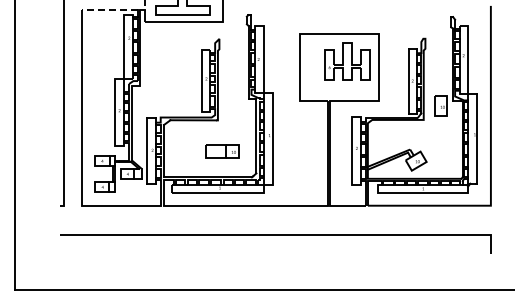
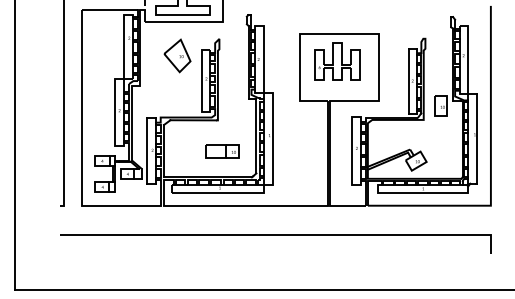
line at (110, 9): dashed -> solid
part at (177, 55): none -> present
part at (347, 61) position: (347, 61) -> (337, 61)
